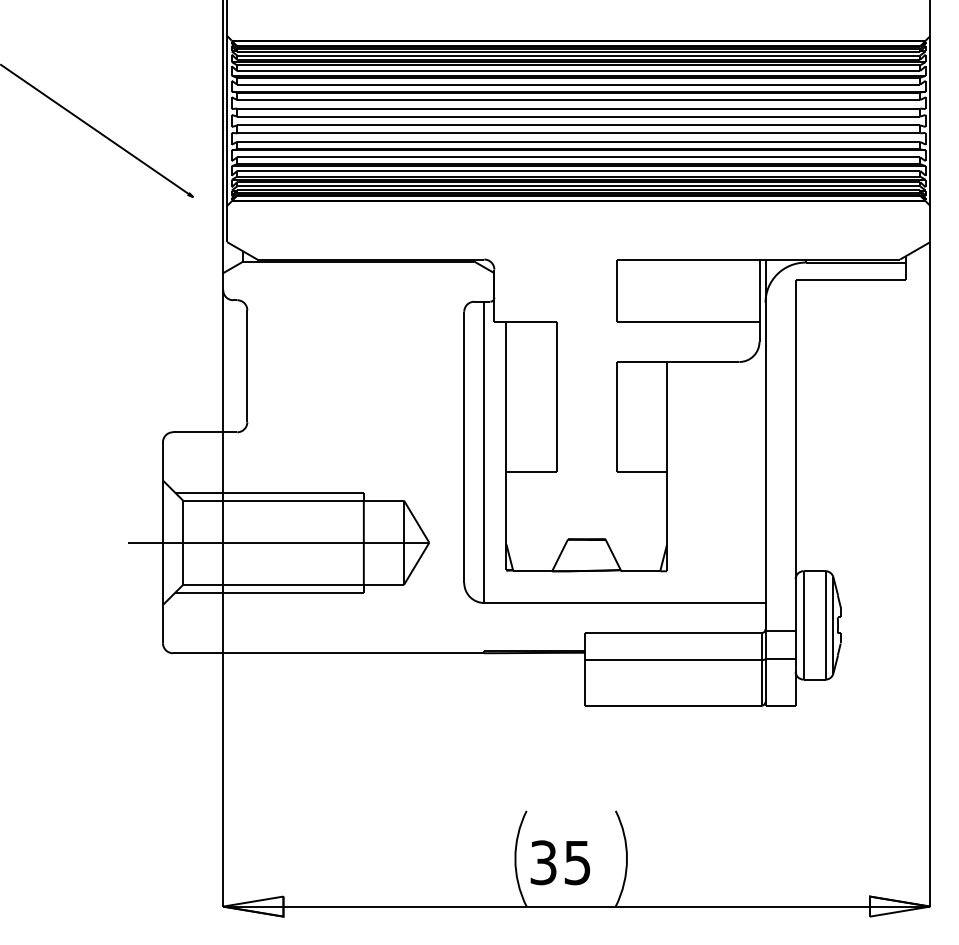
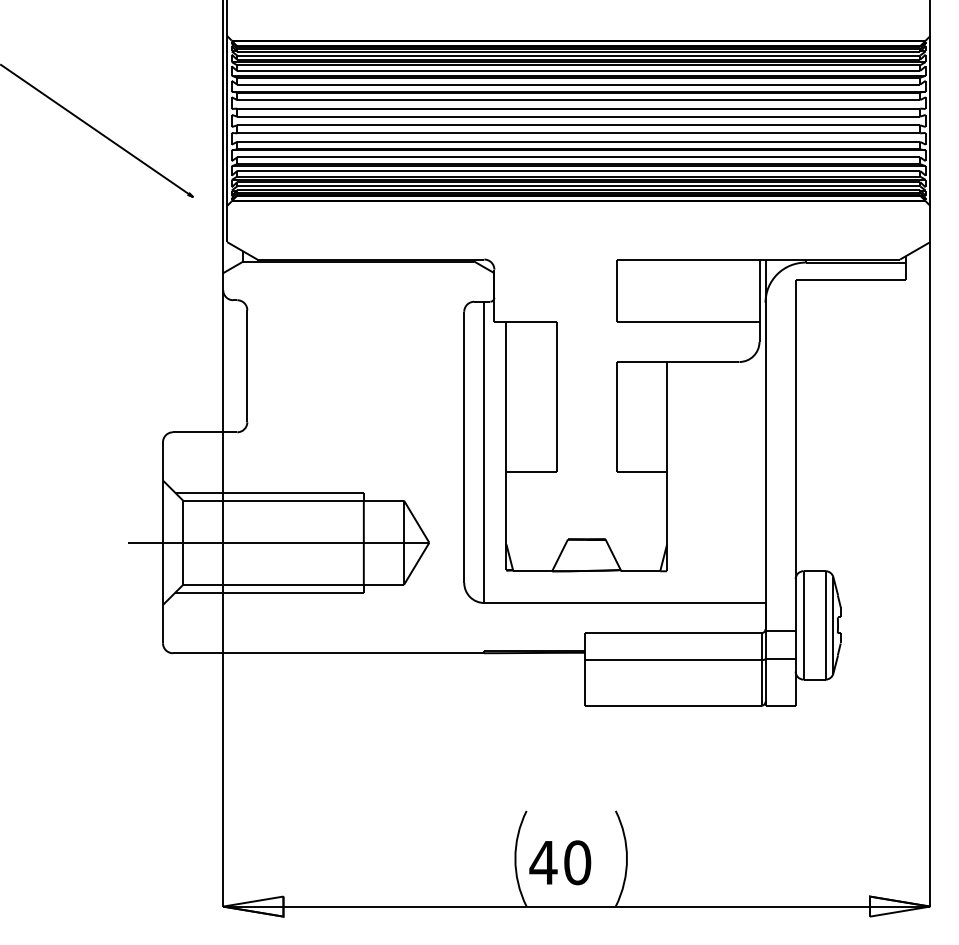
text at (560, 862): 35 -> 40
